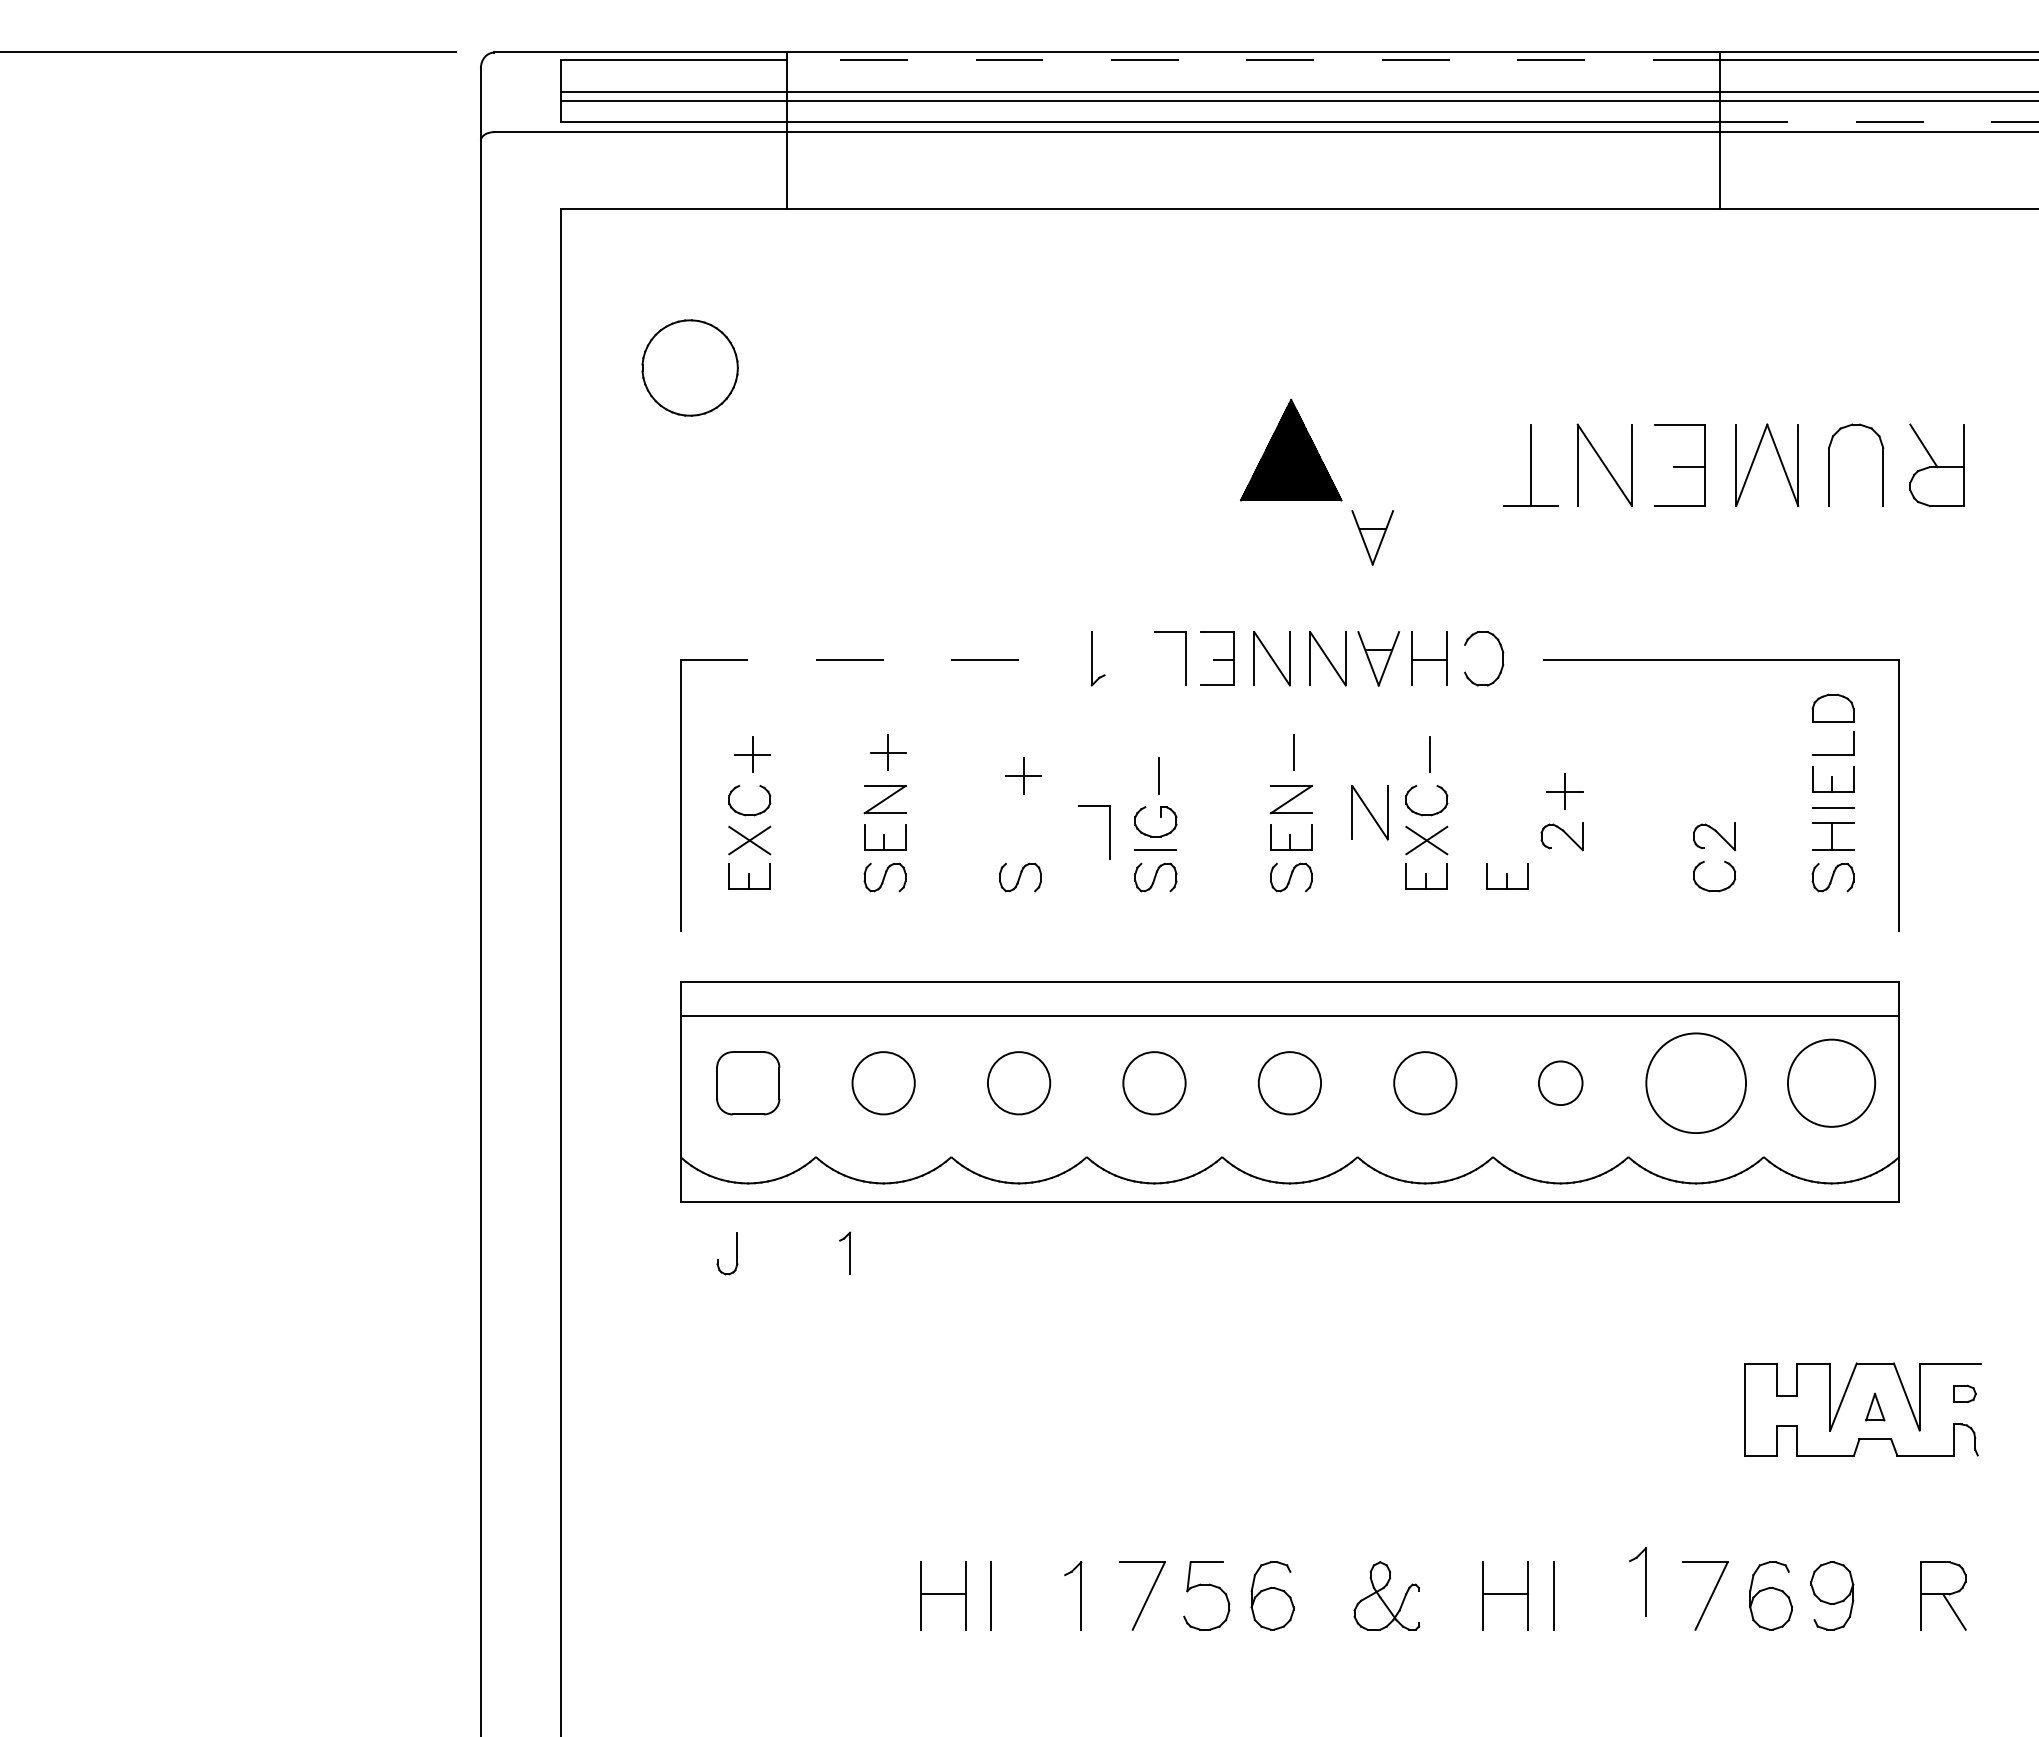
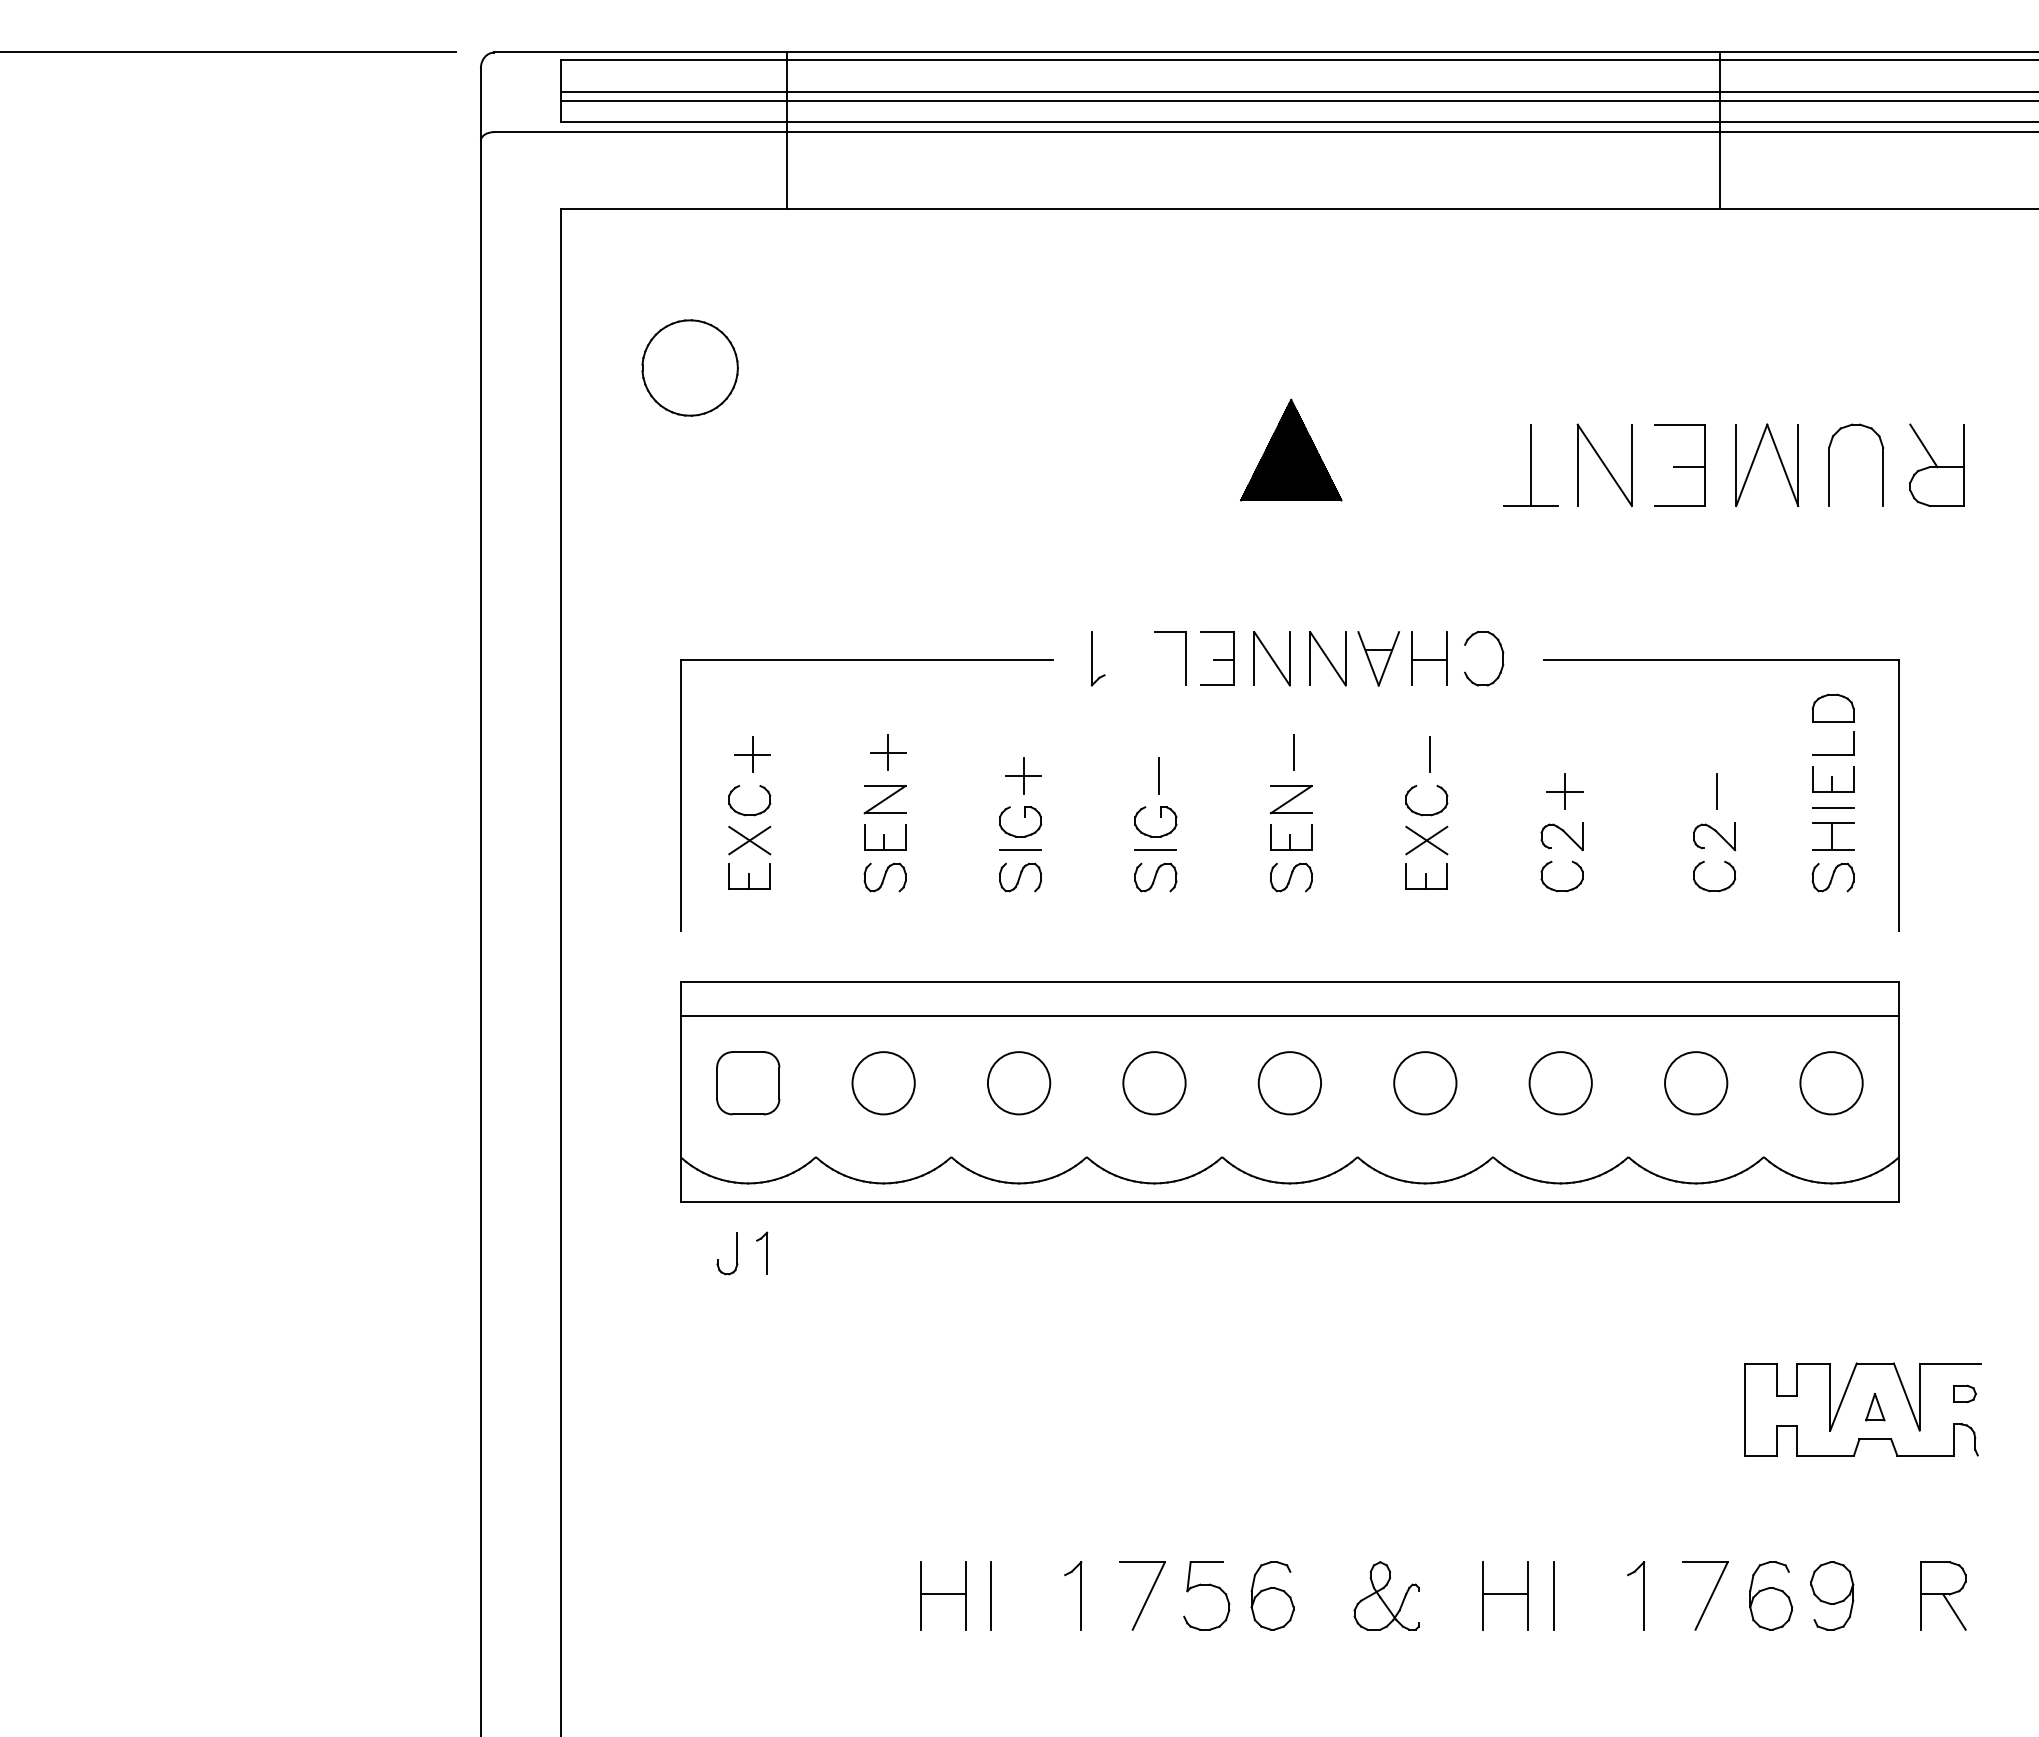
line at (1253, 60): dashed -> solid
line at (1880, 121): dashed -> solid
part at (1372, 537): present -> none
line at (867, 660): dashed -> solid
line at (1717, 791): none -> present
part at (1369, 812): present -> none
part at (1020, 821): none -> present
part at (1109, 832): present -> none
line at (1020, 849): none -> present
part at (1507, 876): present -> none
part at (1561, 890): none -> present
circle at (1831, 1082) diameter: 87 px -> 62 px
circle at (1560, 1083) diameter: 44 px -> 62 px
circle at (1696, 1083) diameter: 100 px -> 62 px
part at (845, 1252) position: (845, 1252) -> (762, 1252)
part at (1645, 1581) position: (1645, 1581) -> (1643, 1595)
